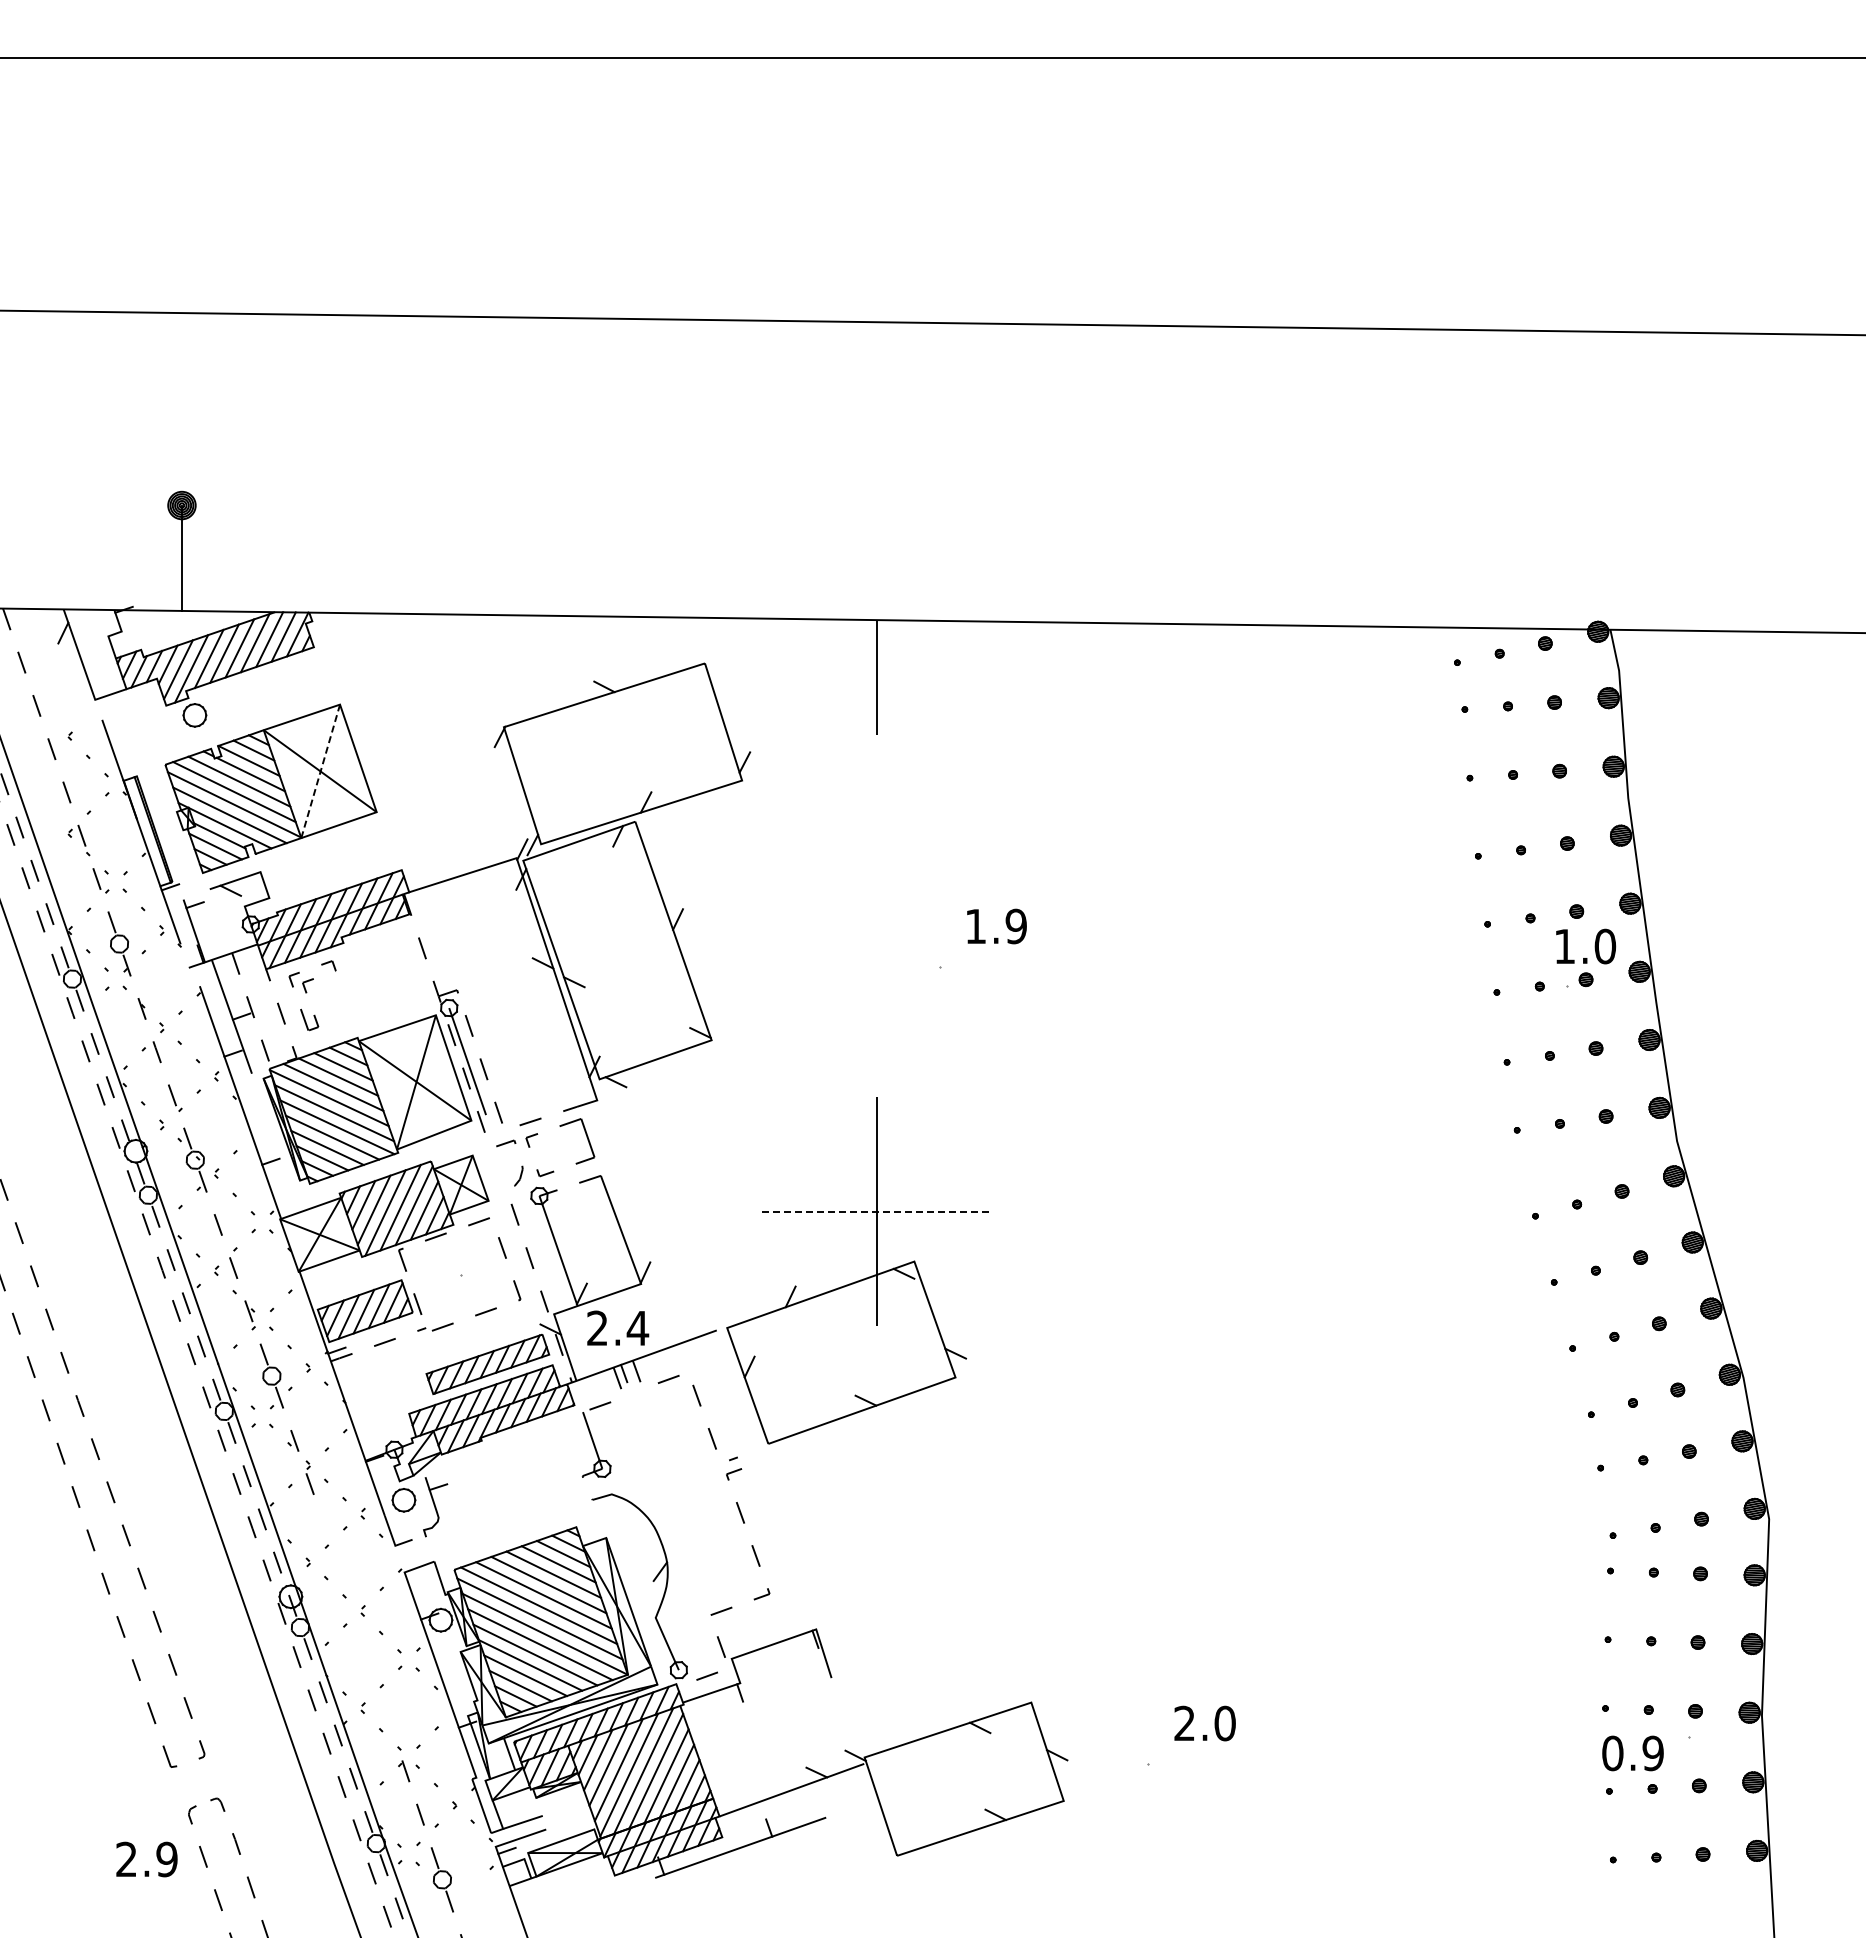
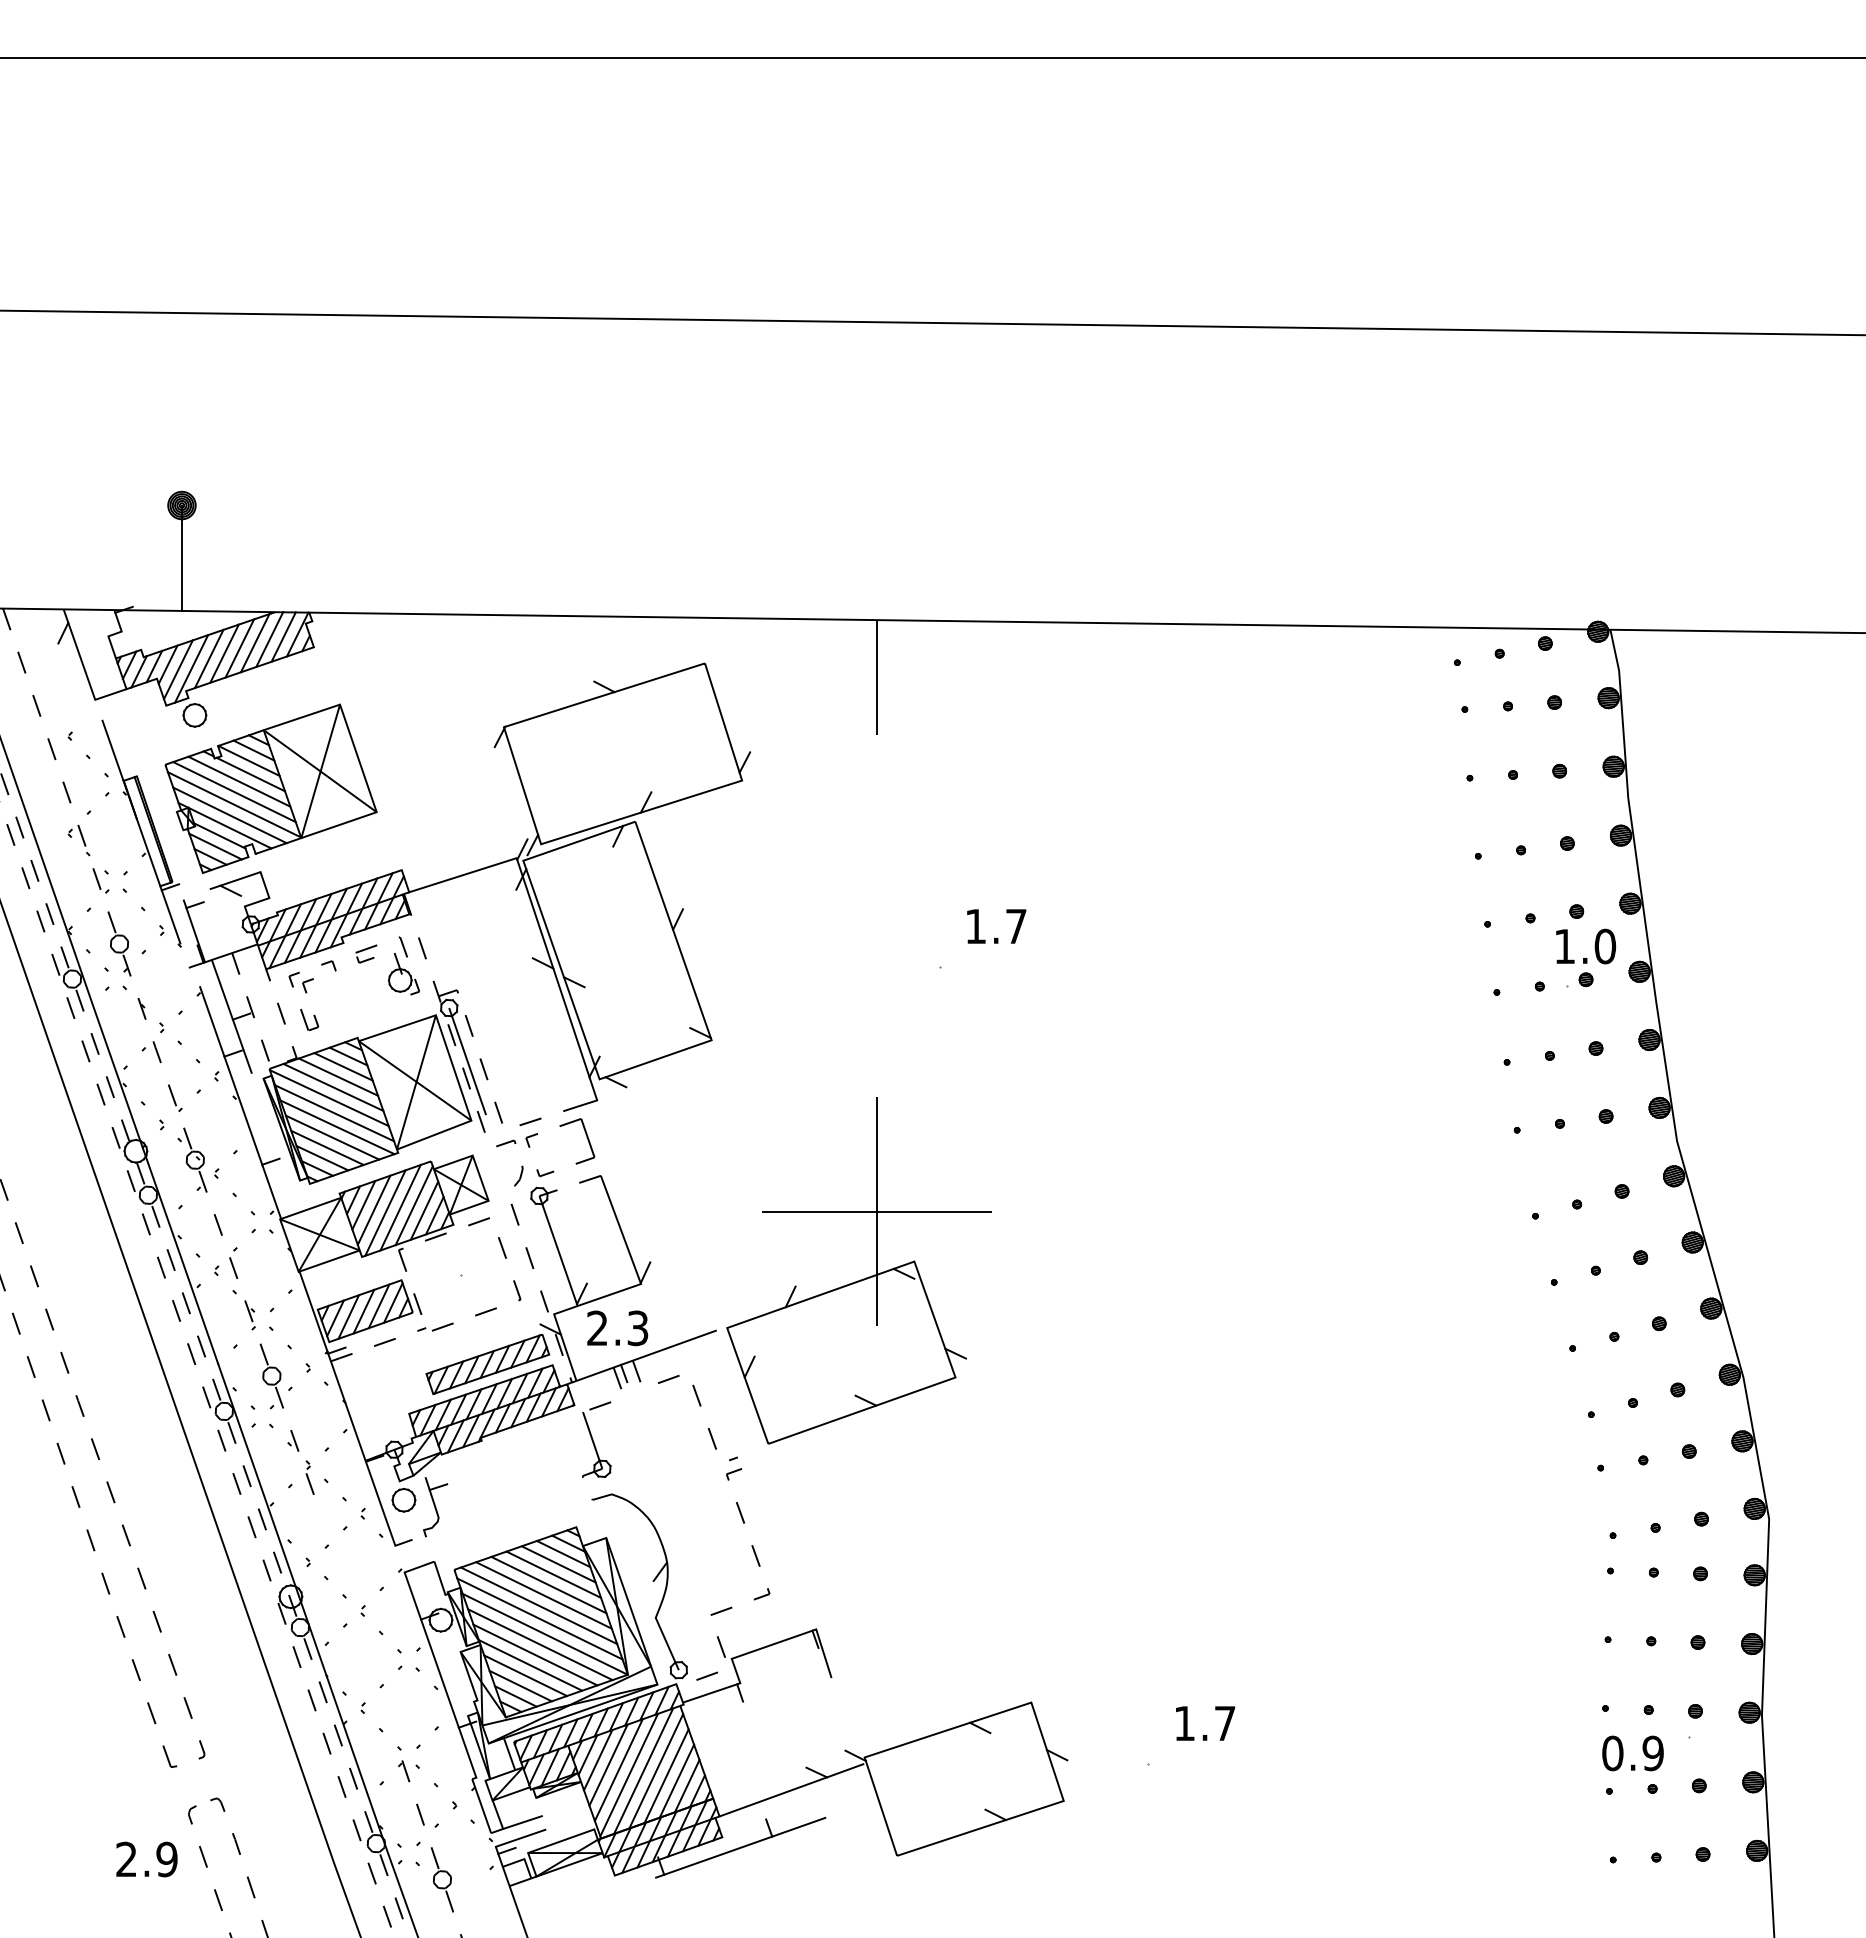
line at (320, 770): dashed -> solid
text at (1015, 926): 1.9 -> 1.7
part at (391, 971): none -> present
line at (876, 1211): dashed -> solid
text at (637, 1328): 2.4 -> 2.3
text at (1204, 1723): 2.0 -> 1.7
